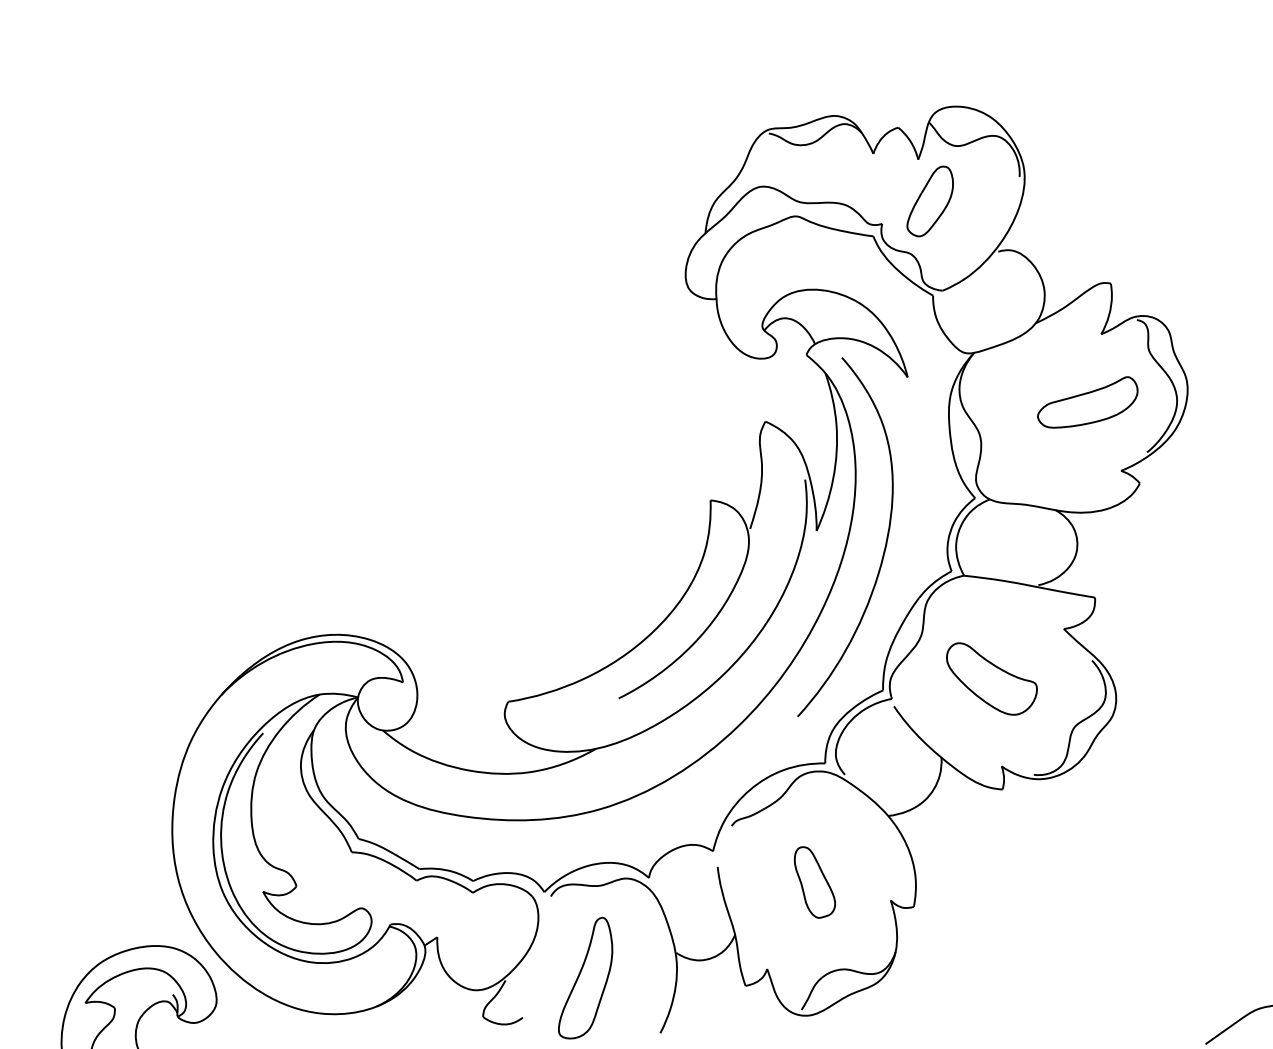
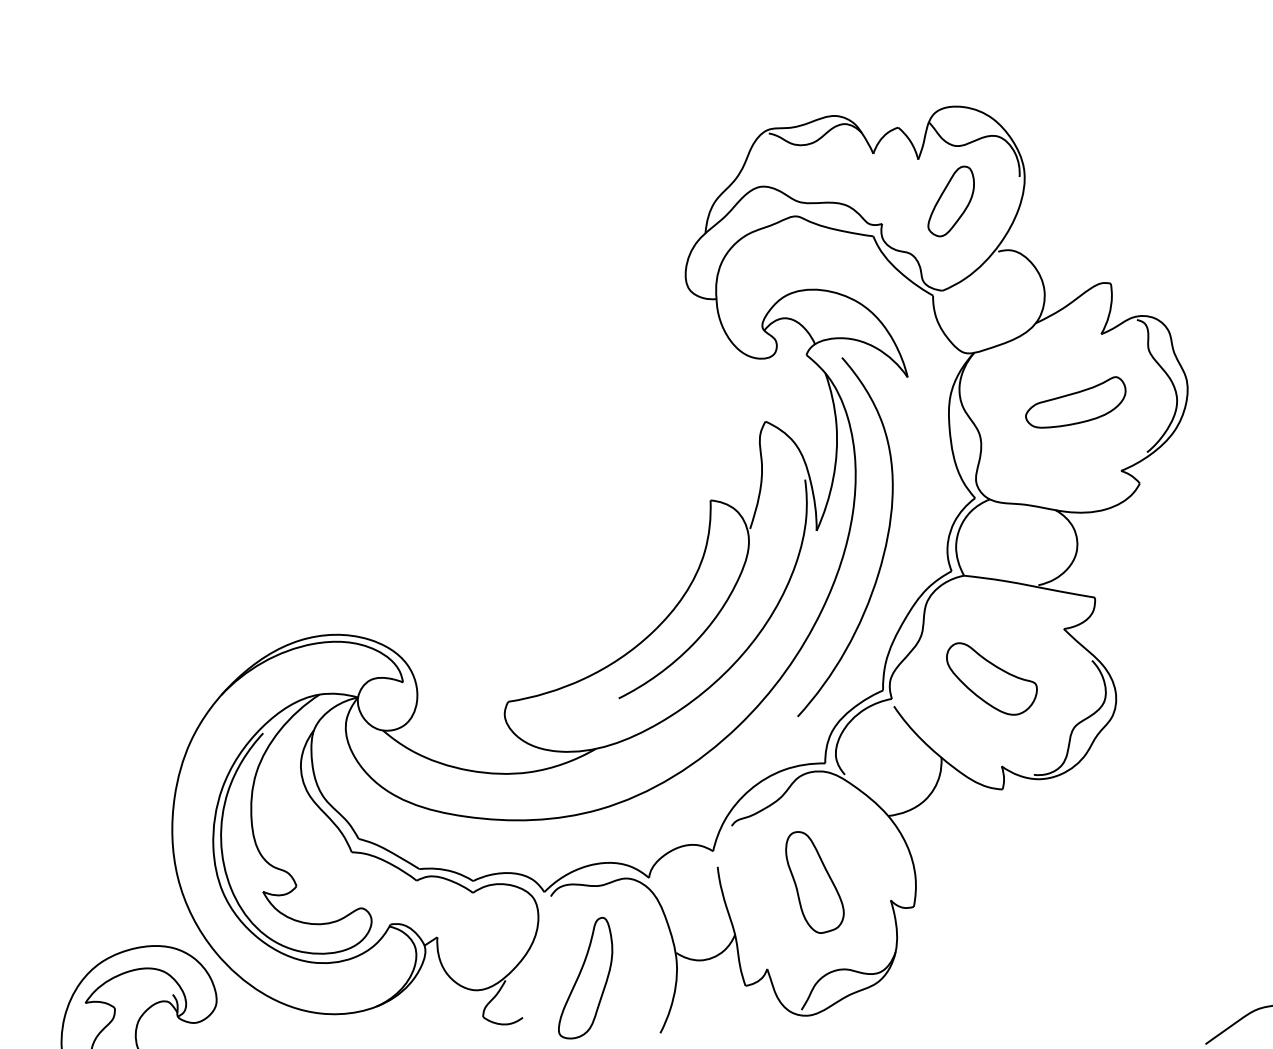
part at (929, 201) position: (929, 201) -> (950, 201)
part at (1087, 402) position: (1087, 402) -> (1075, 402)
part at (814, 882) size: 44x73 px -> 60x103 px
